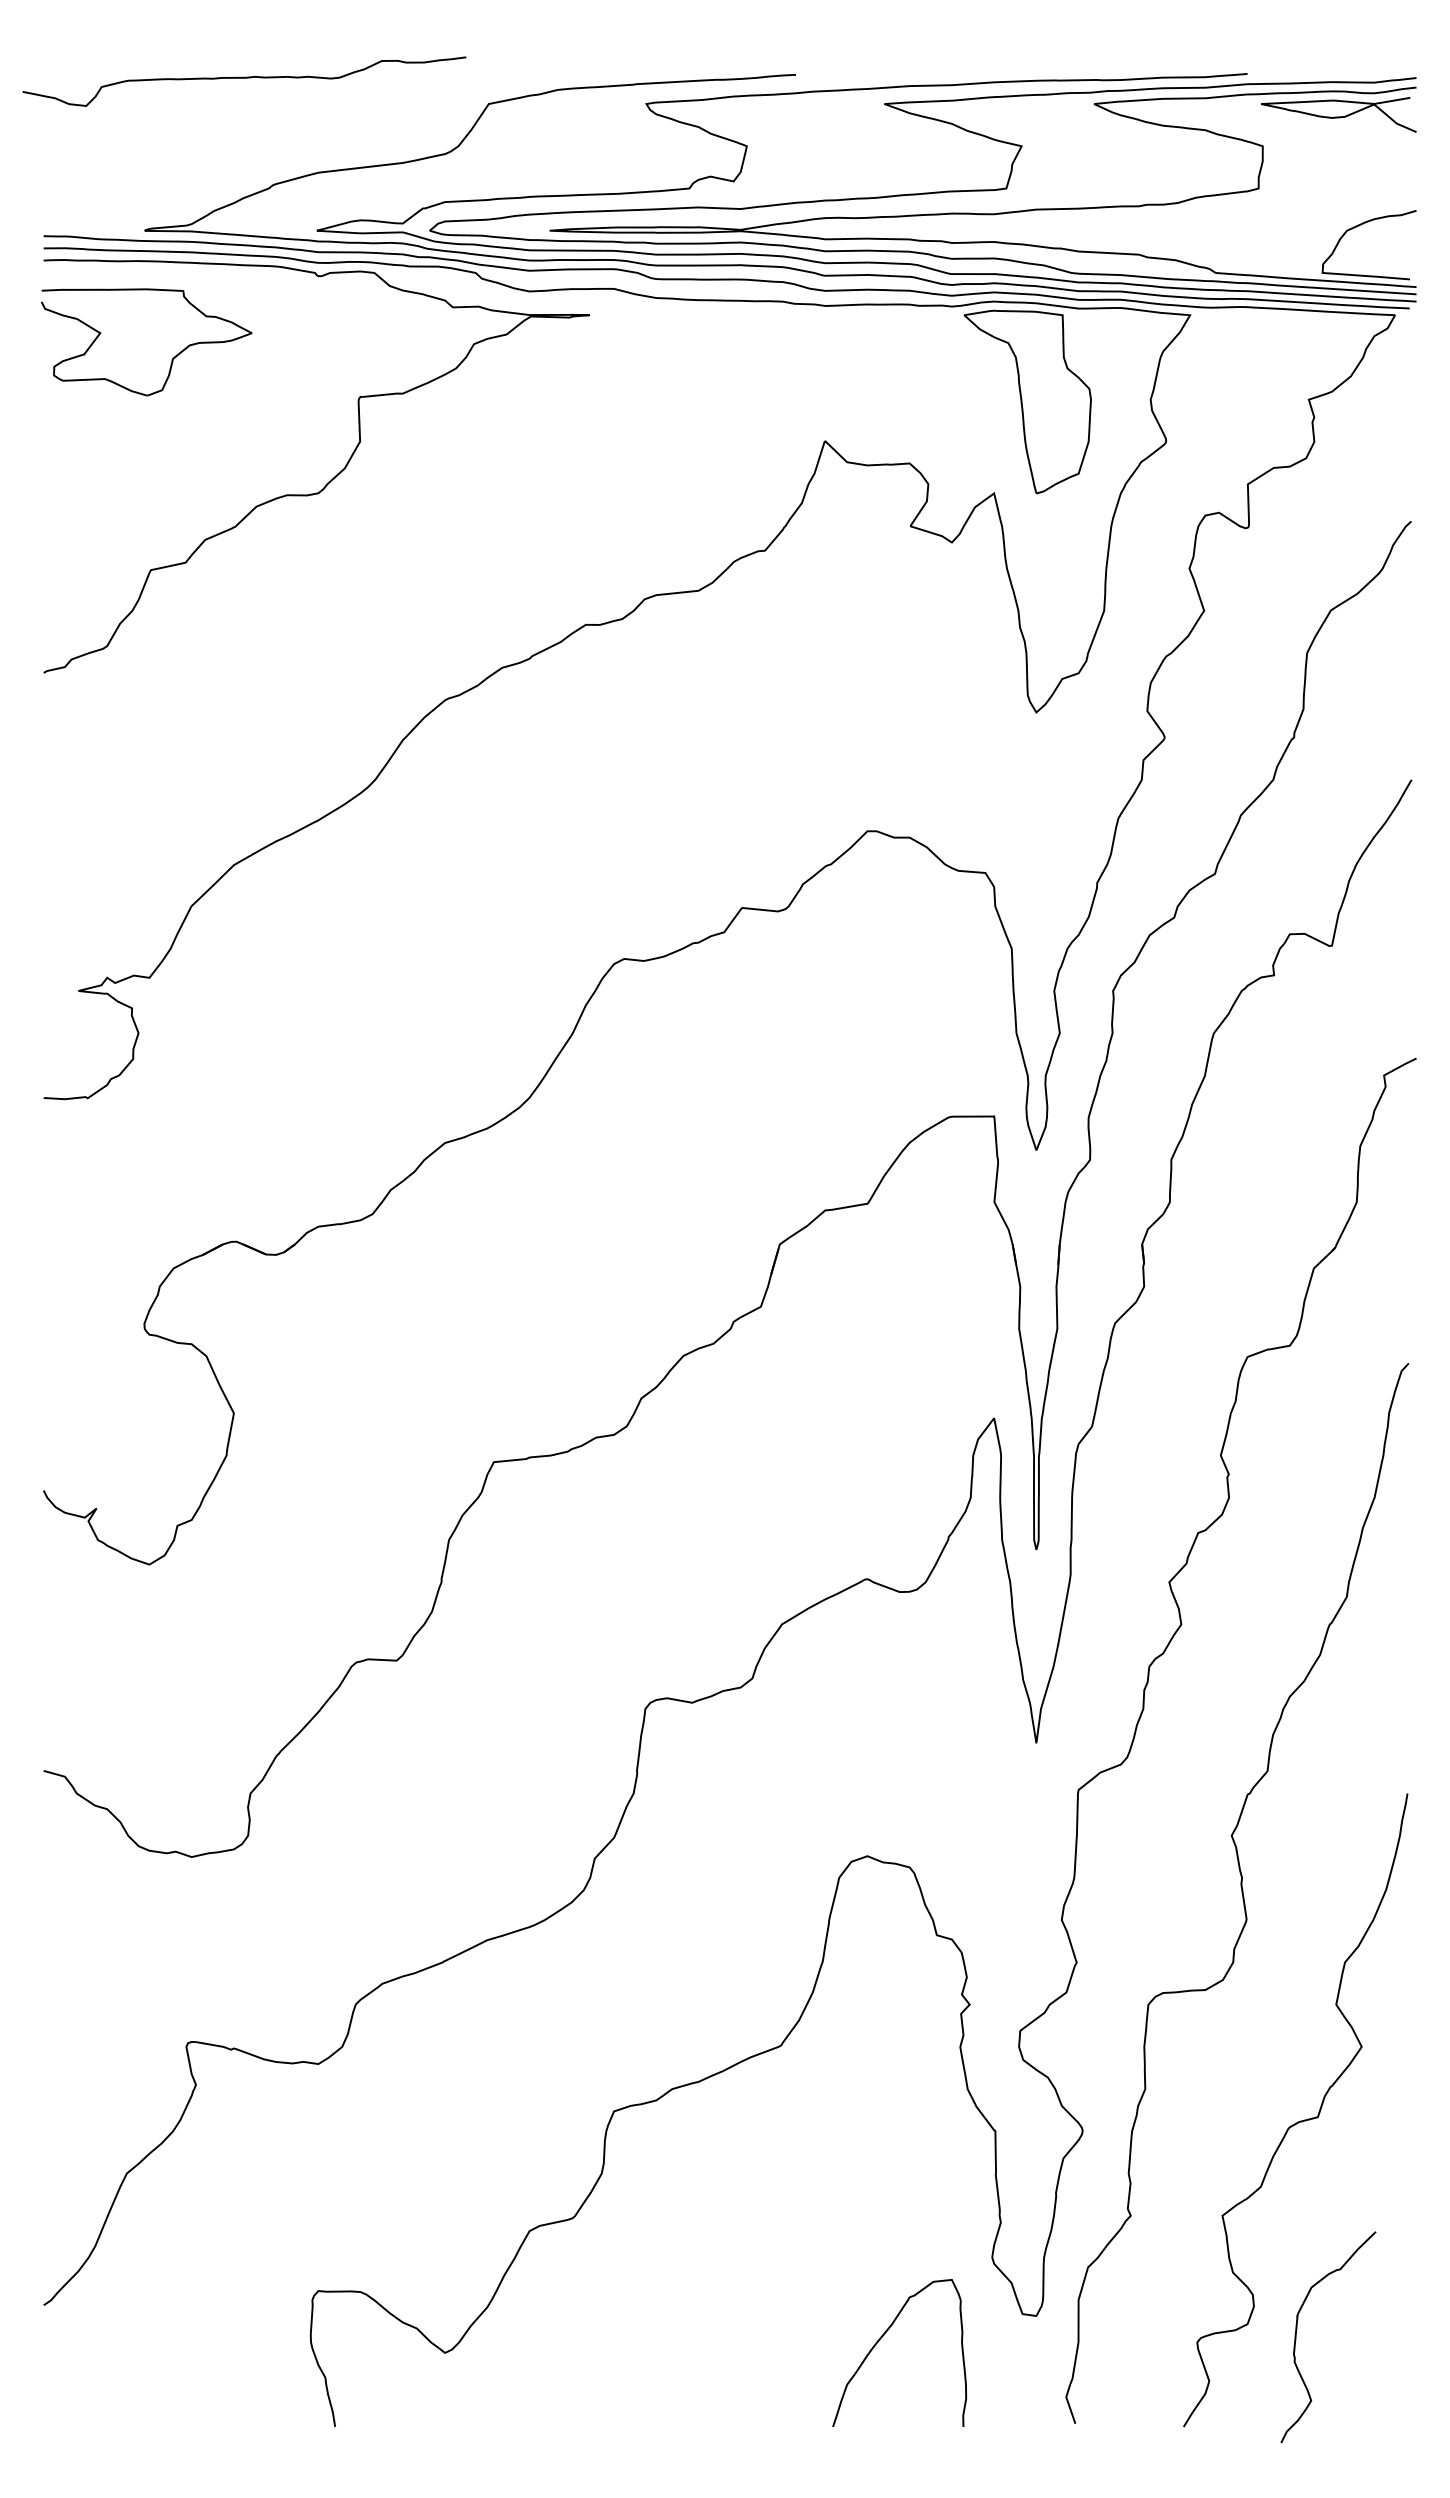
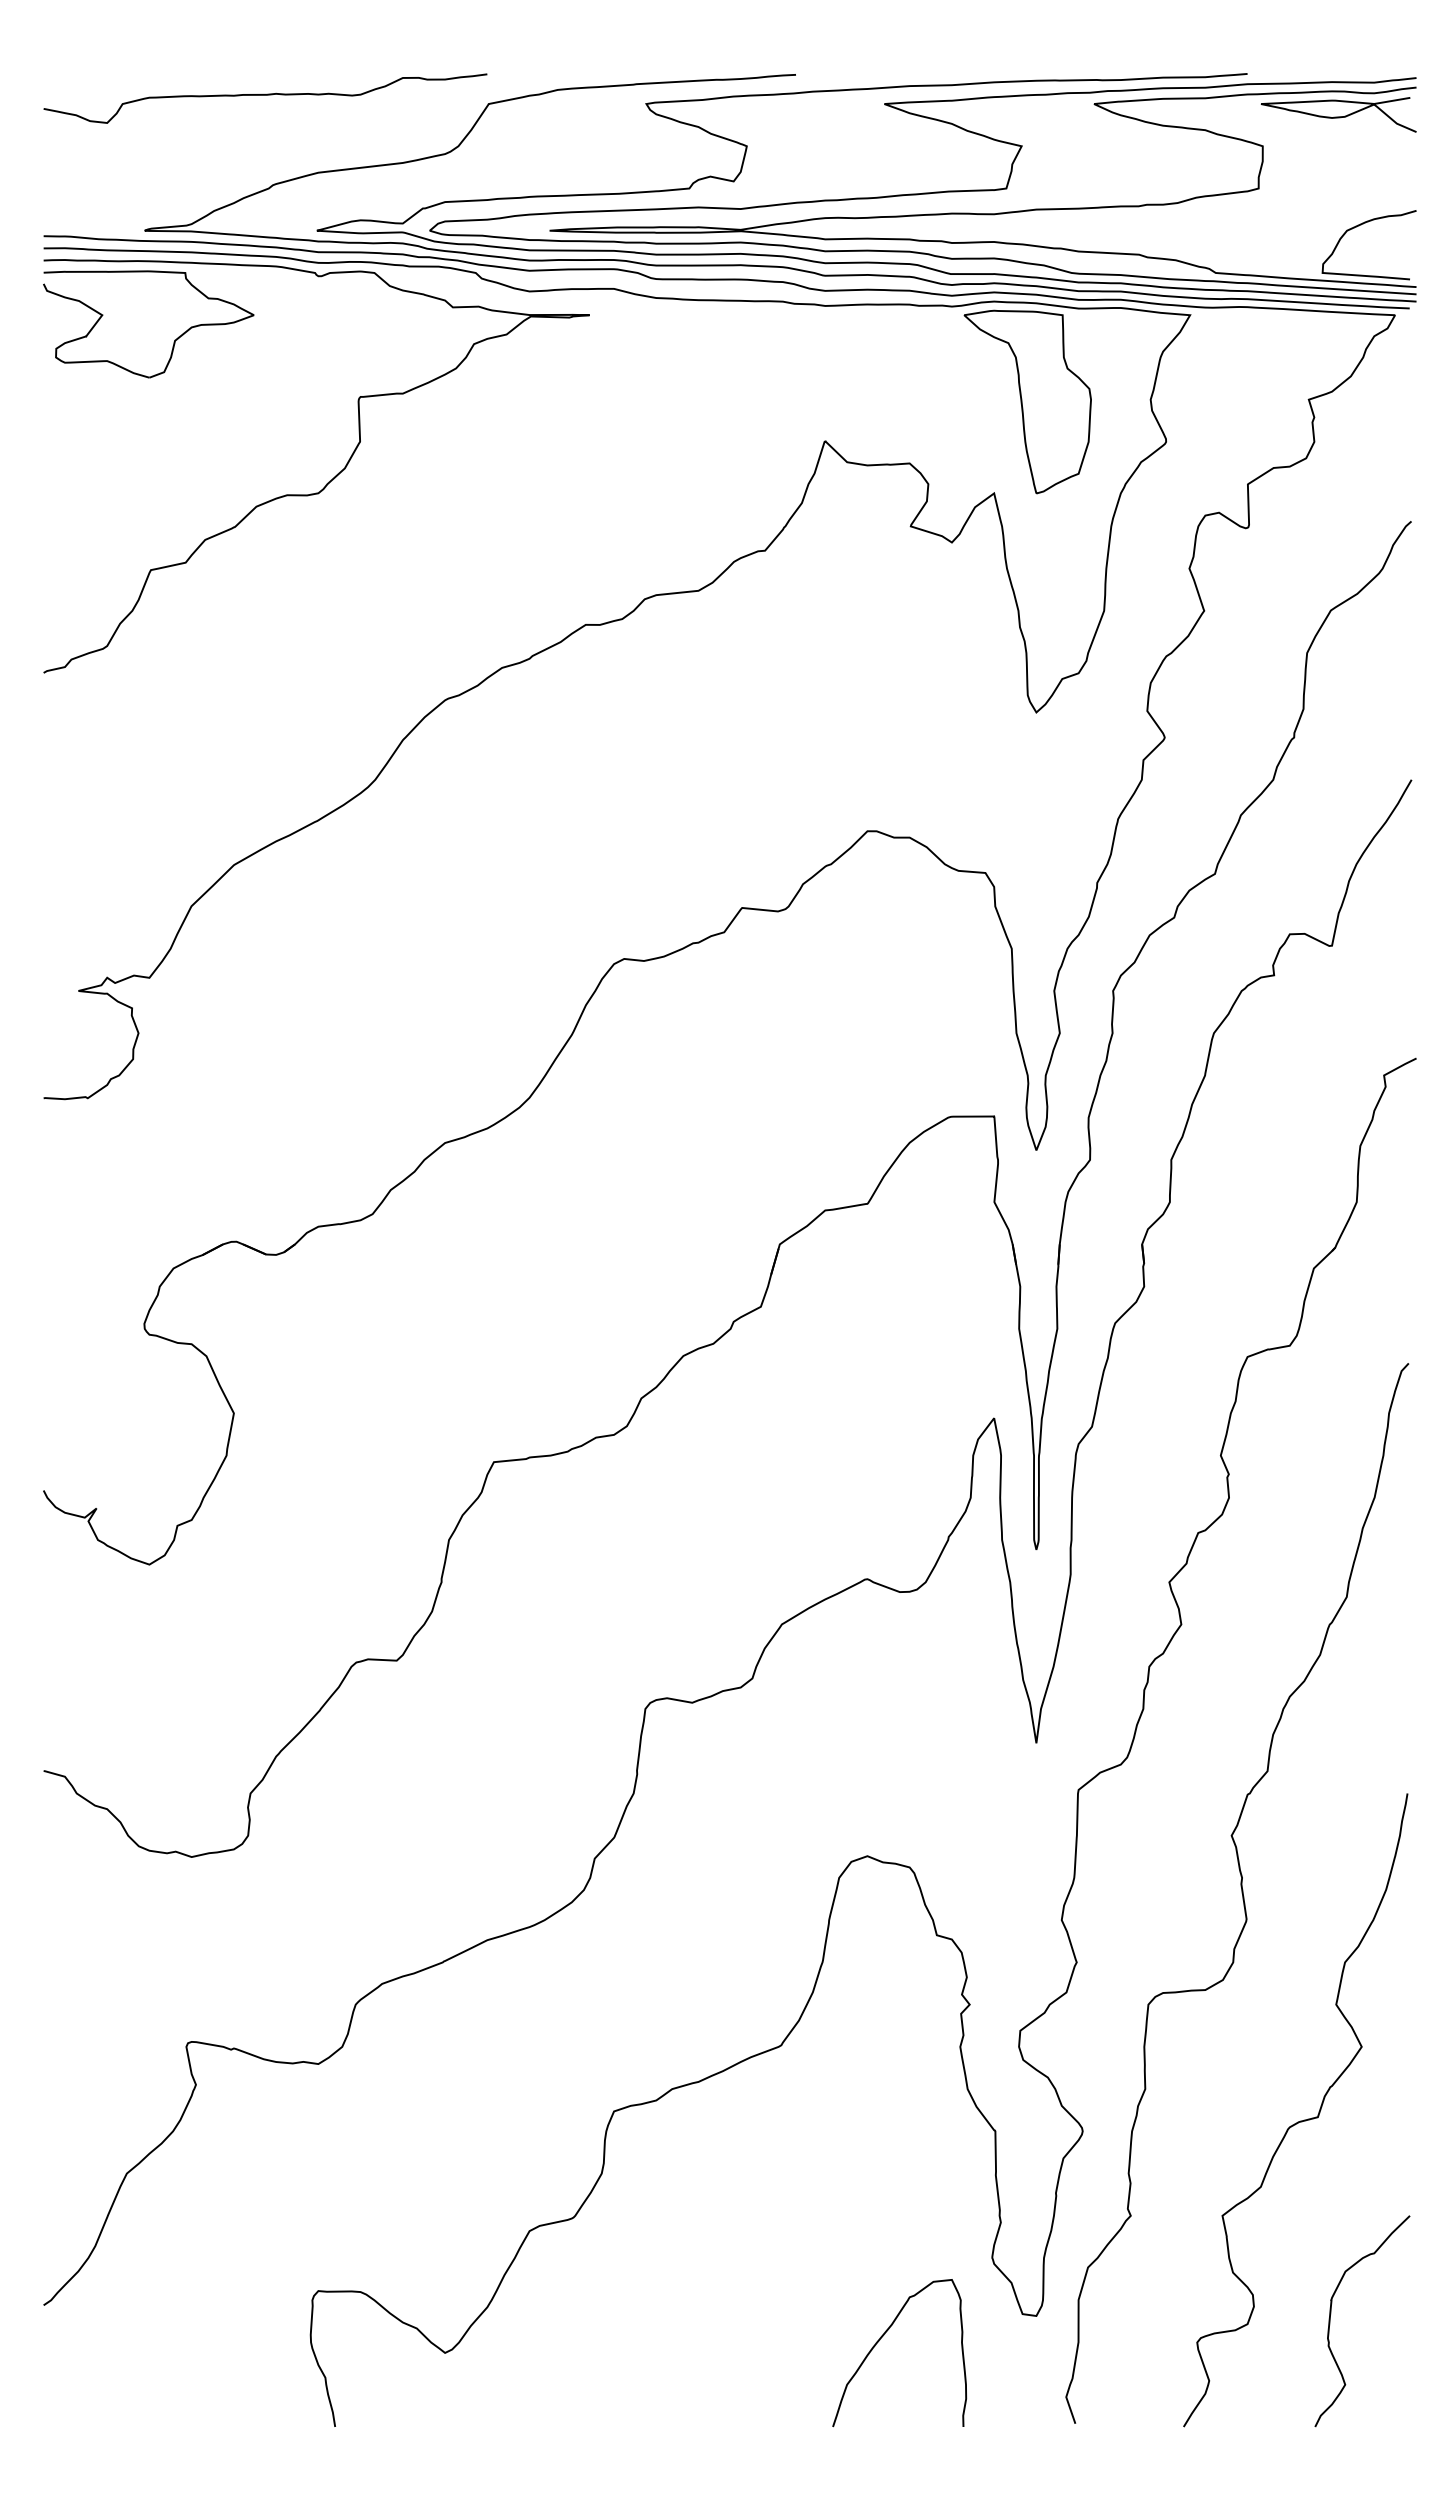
curve at (244, 78) position: (244, 78) -> (265, 95)
part at (172, 358) position: (172, 358) -> (174, 340)
curve at (1297, 2330) position: (1297, 2330) -> (1331, 2314)
